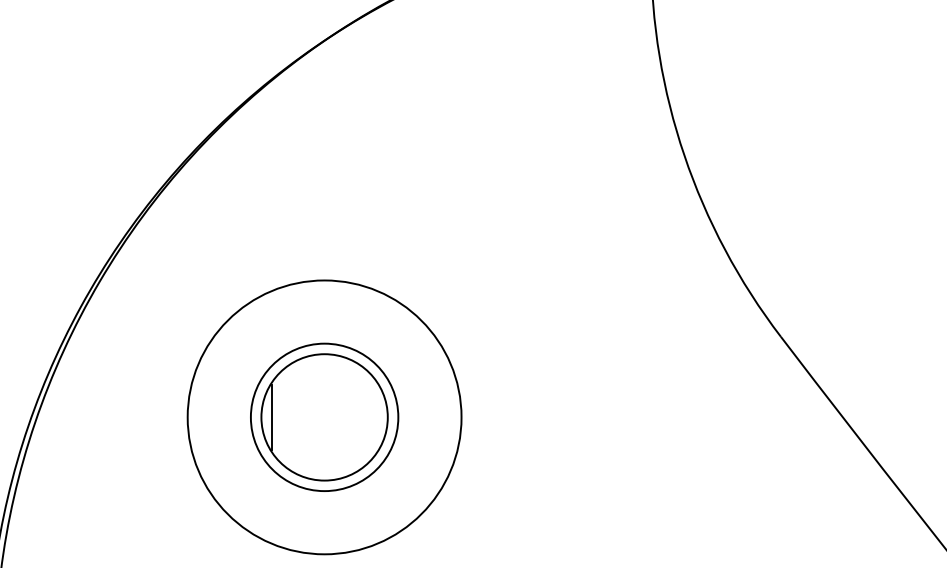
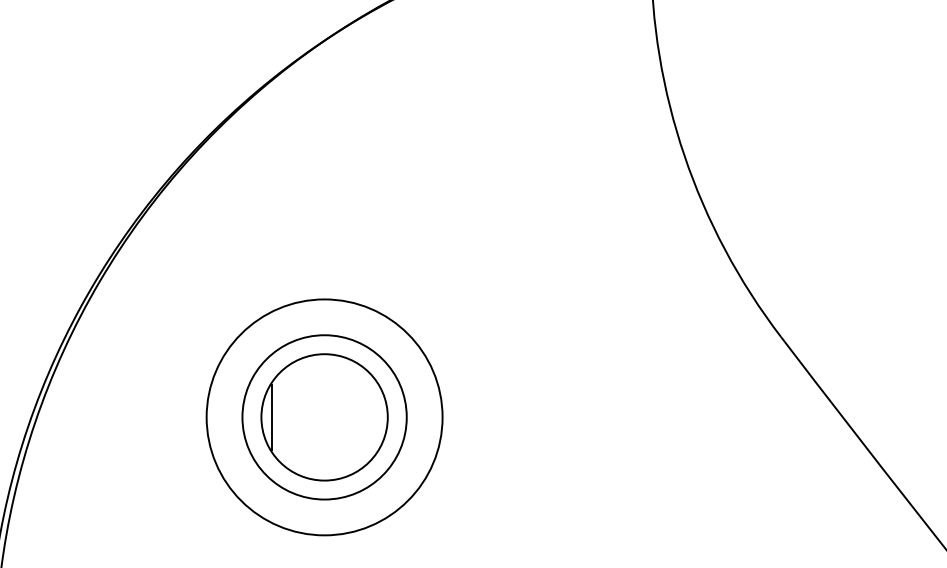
circle at (324, 417) diameter: 147 px -> 236 px
circle at (324, 417) diameter: 274 px -> 164 px
